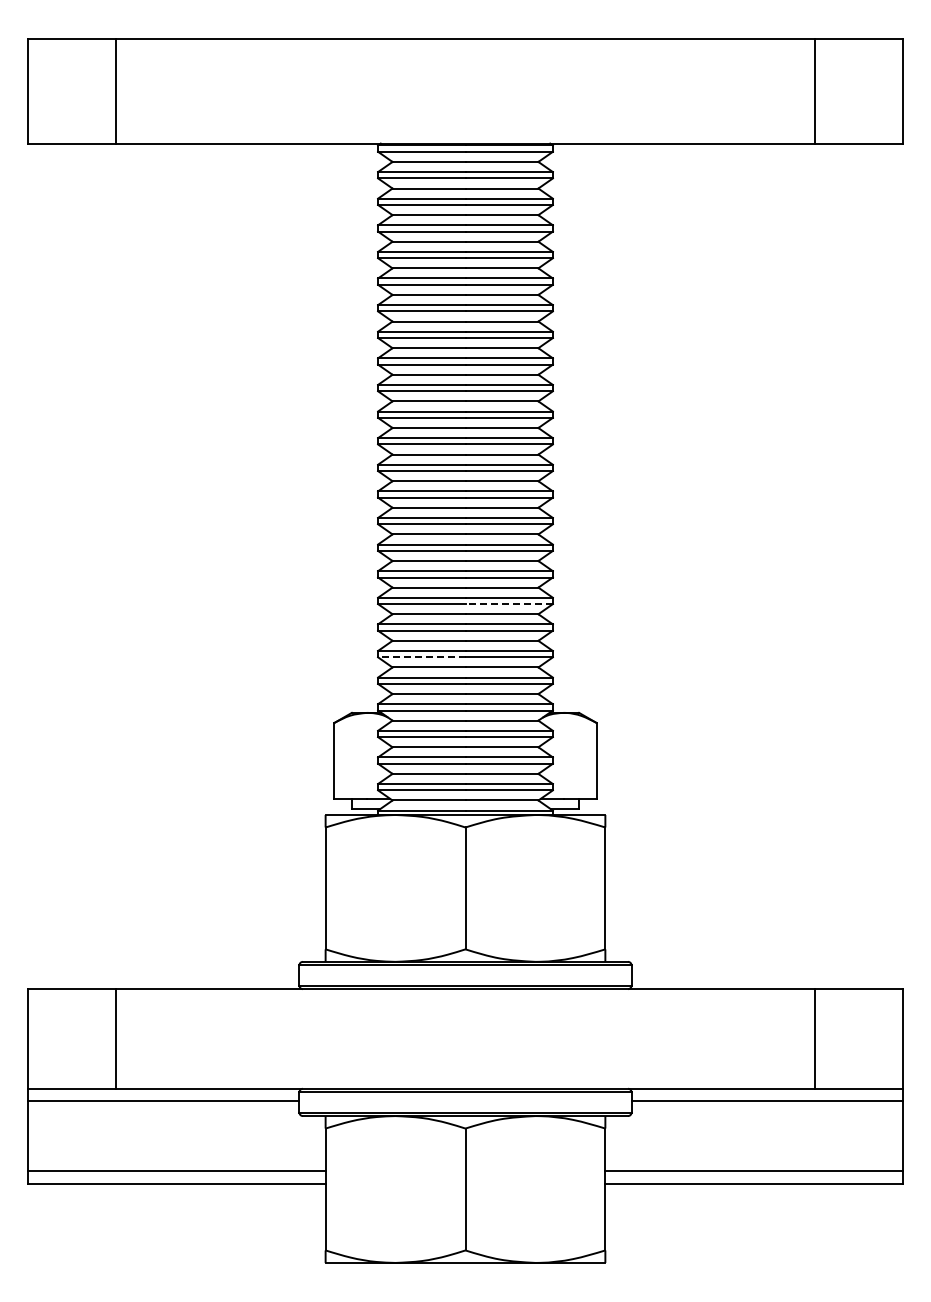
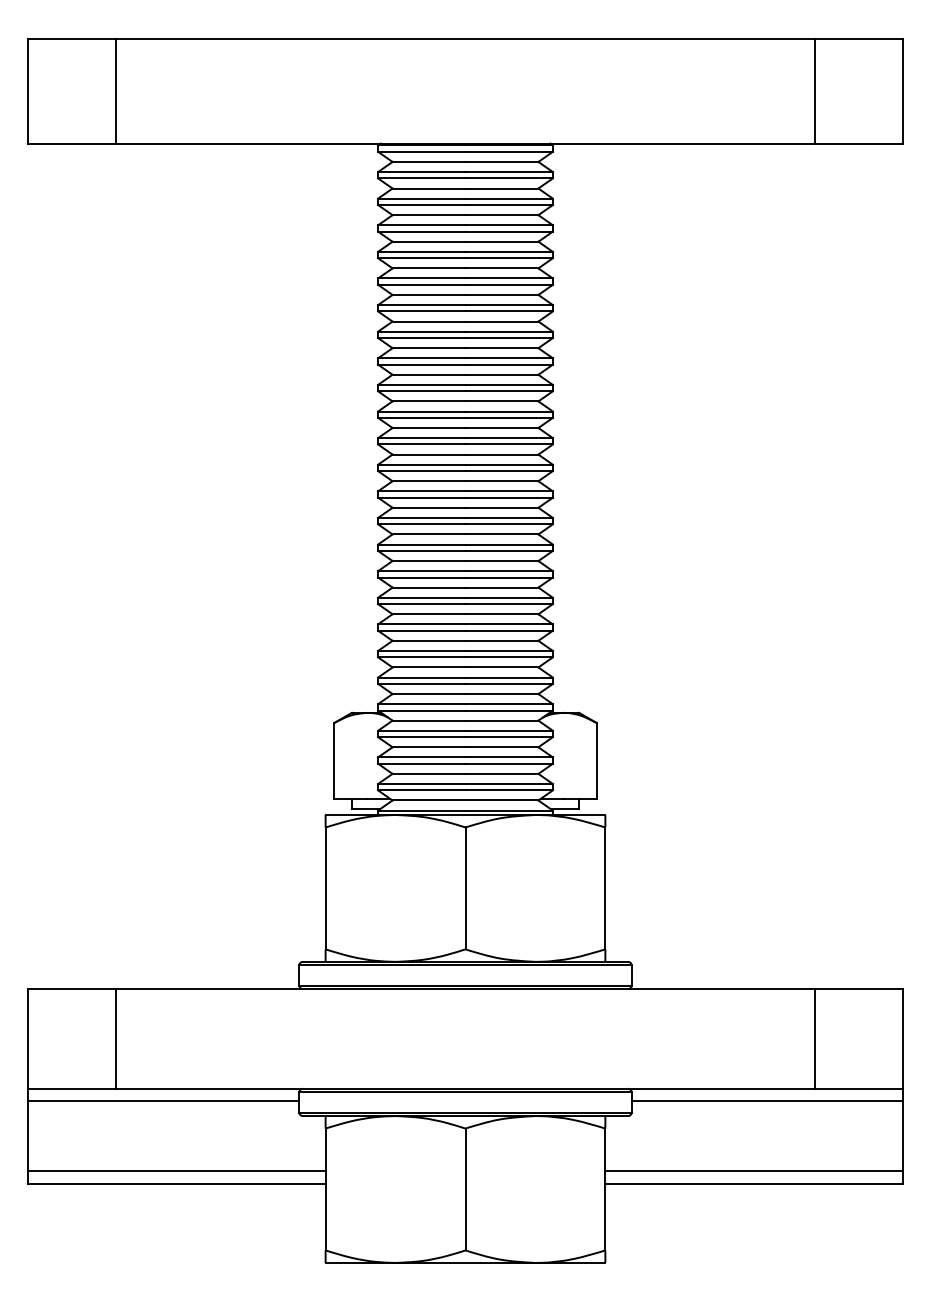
line at (509, 604): dashed -> solid
line at (421, 657): dashed -> solid
